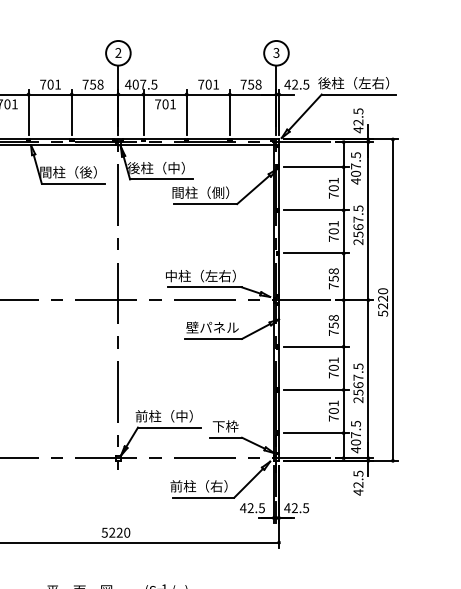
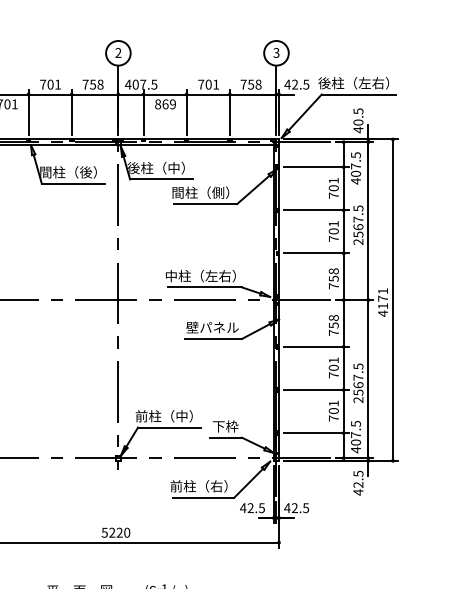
text at (165, 104): 701 -> 869
text at (358, 122): 42.5 -> 40.5
text at (383, 302): 5220 -> 4171
